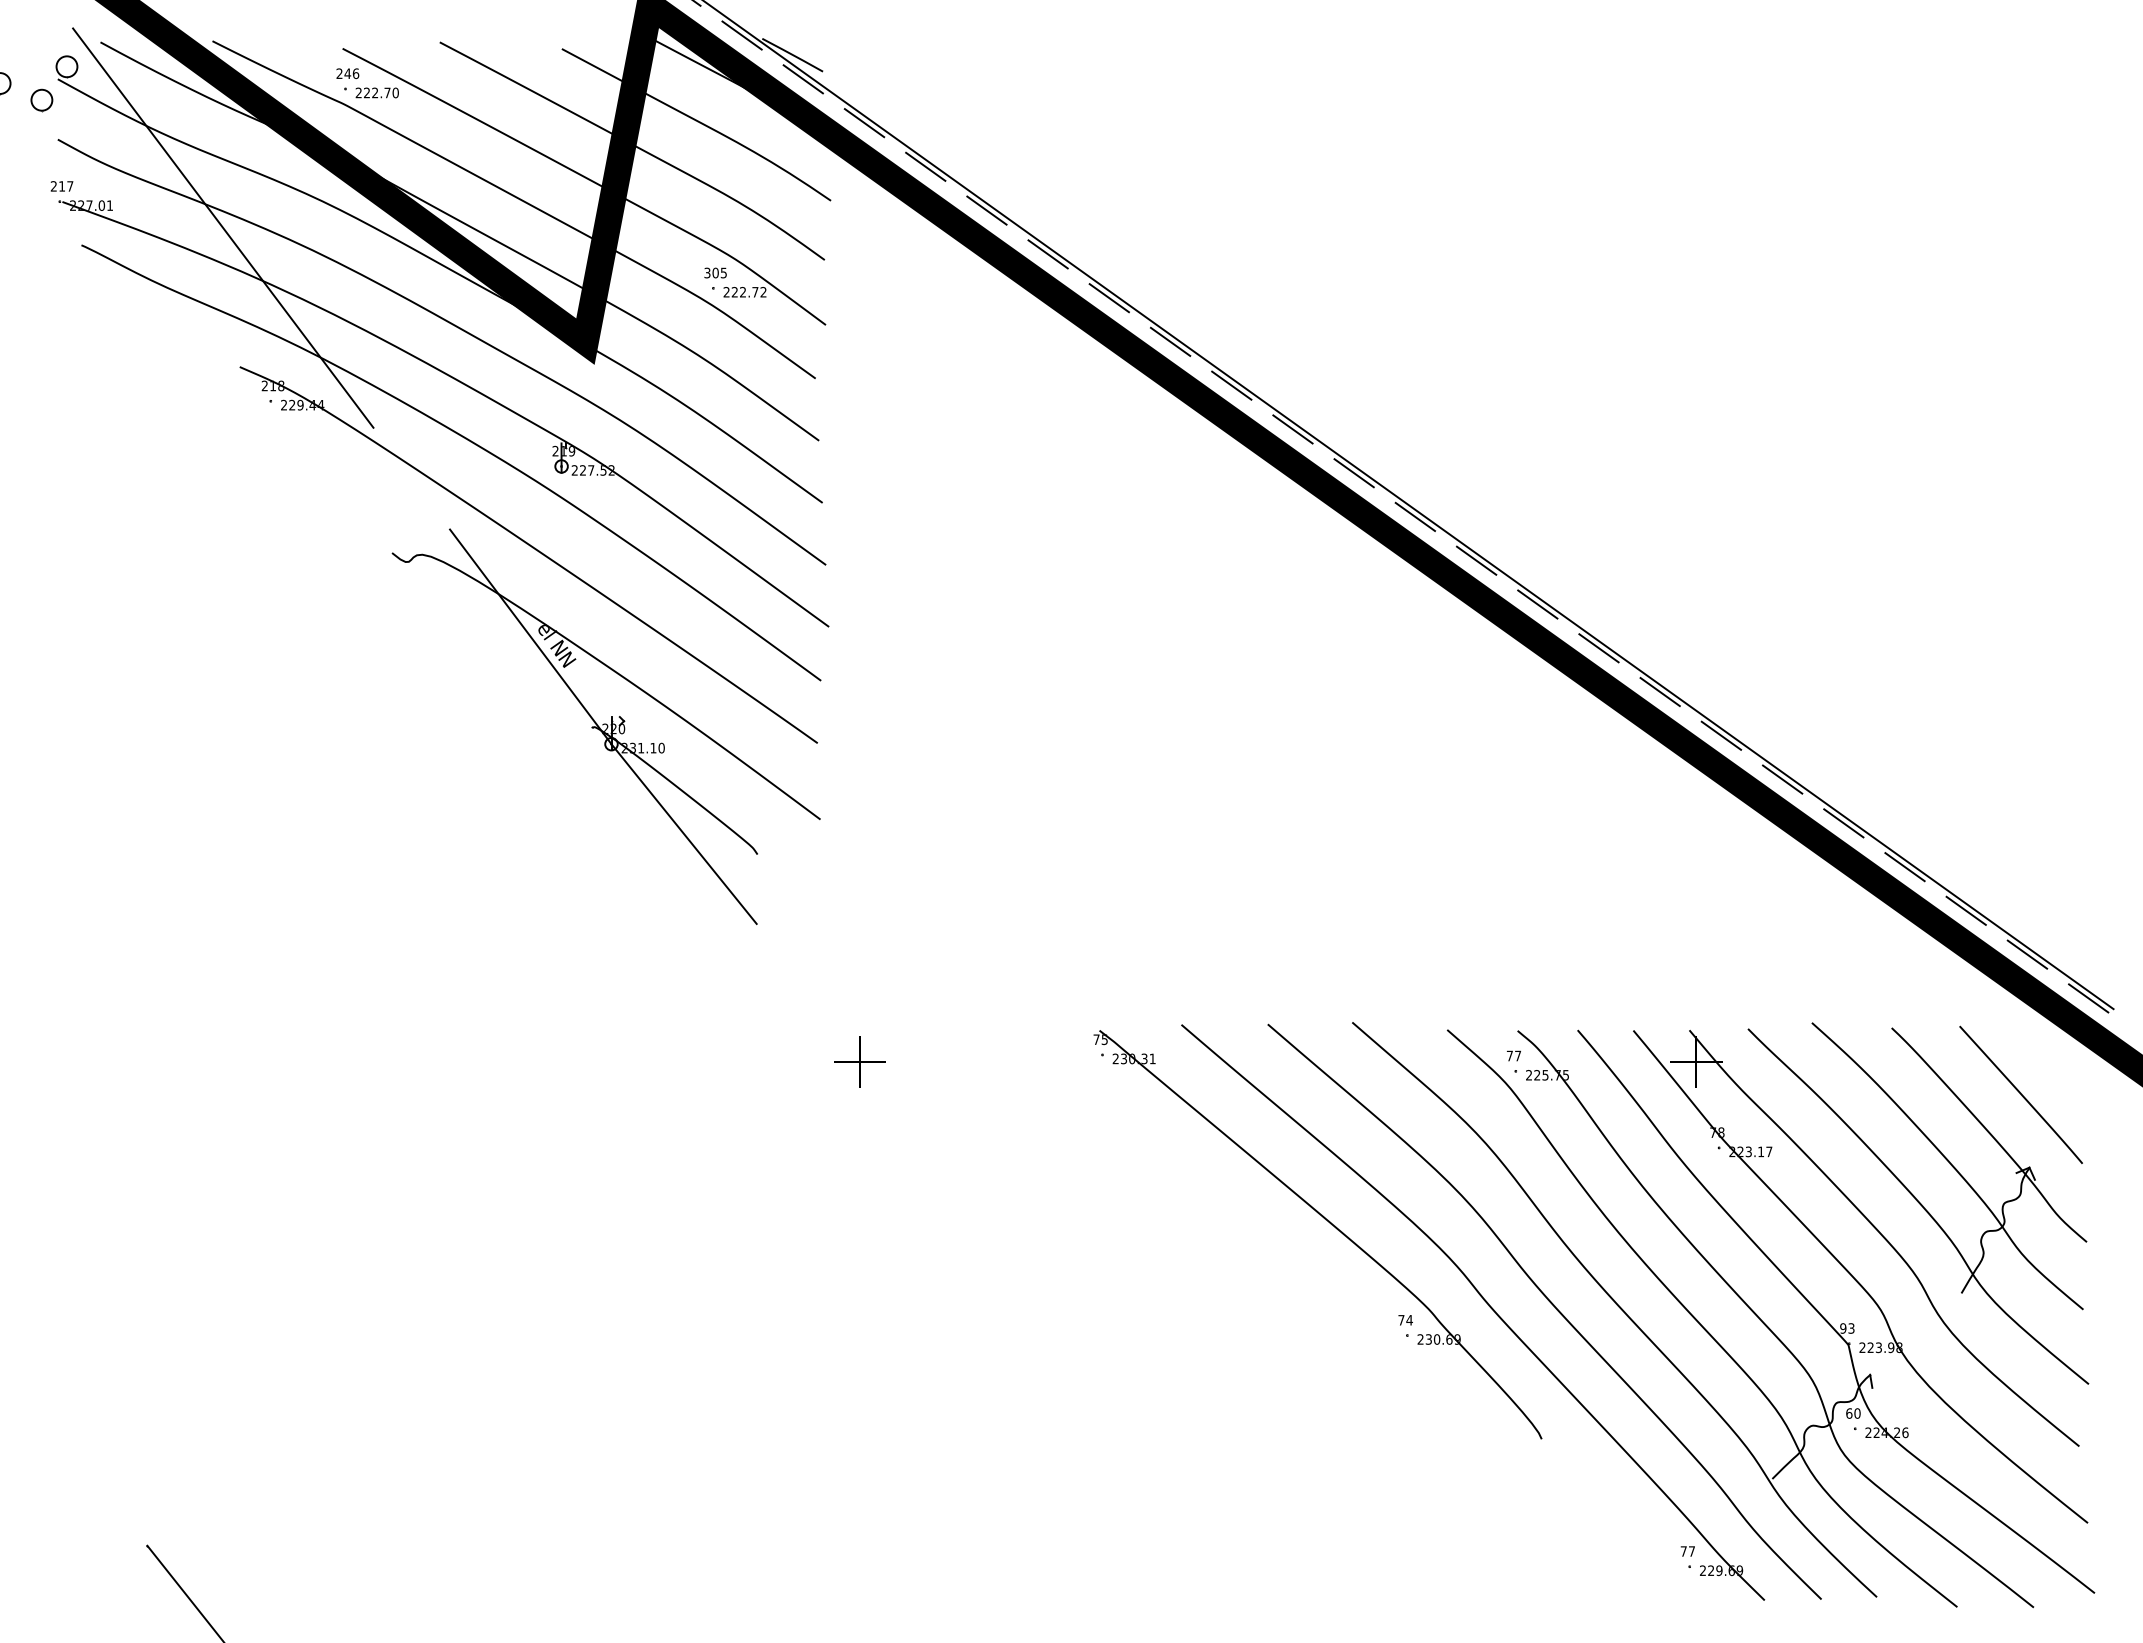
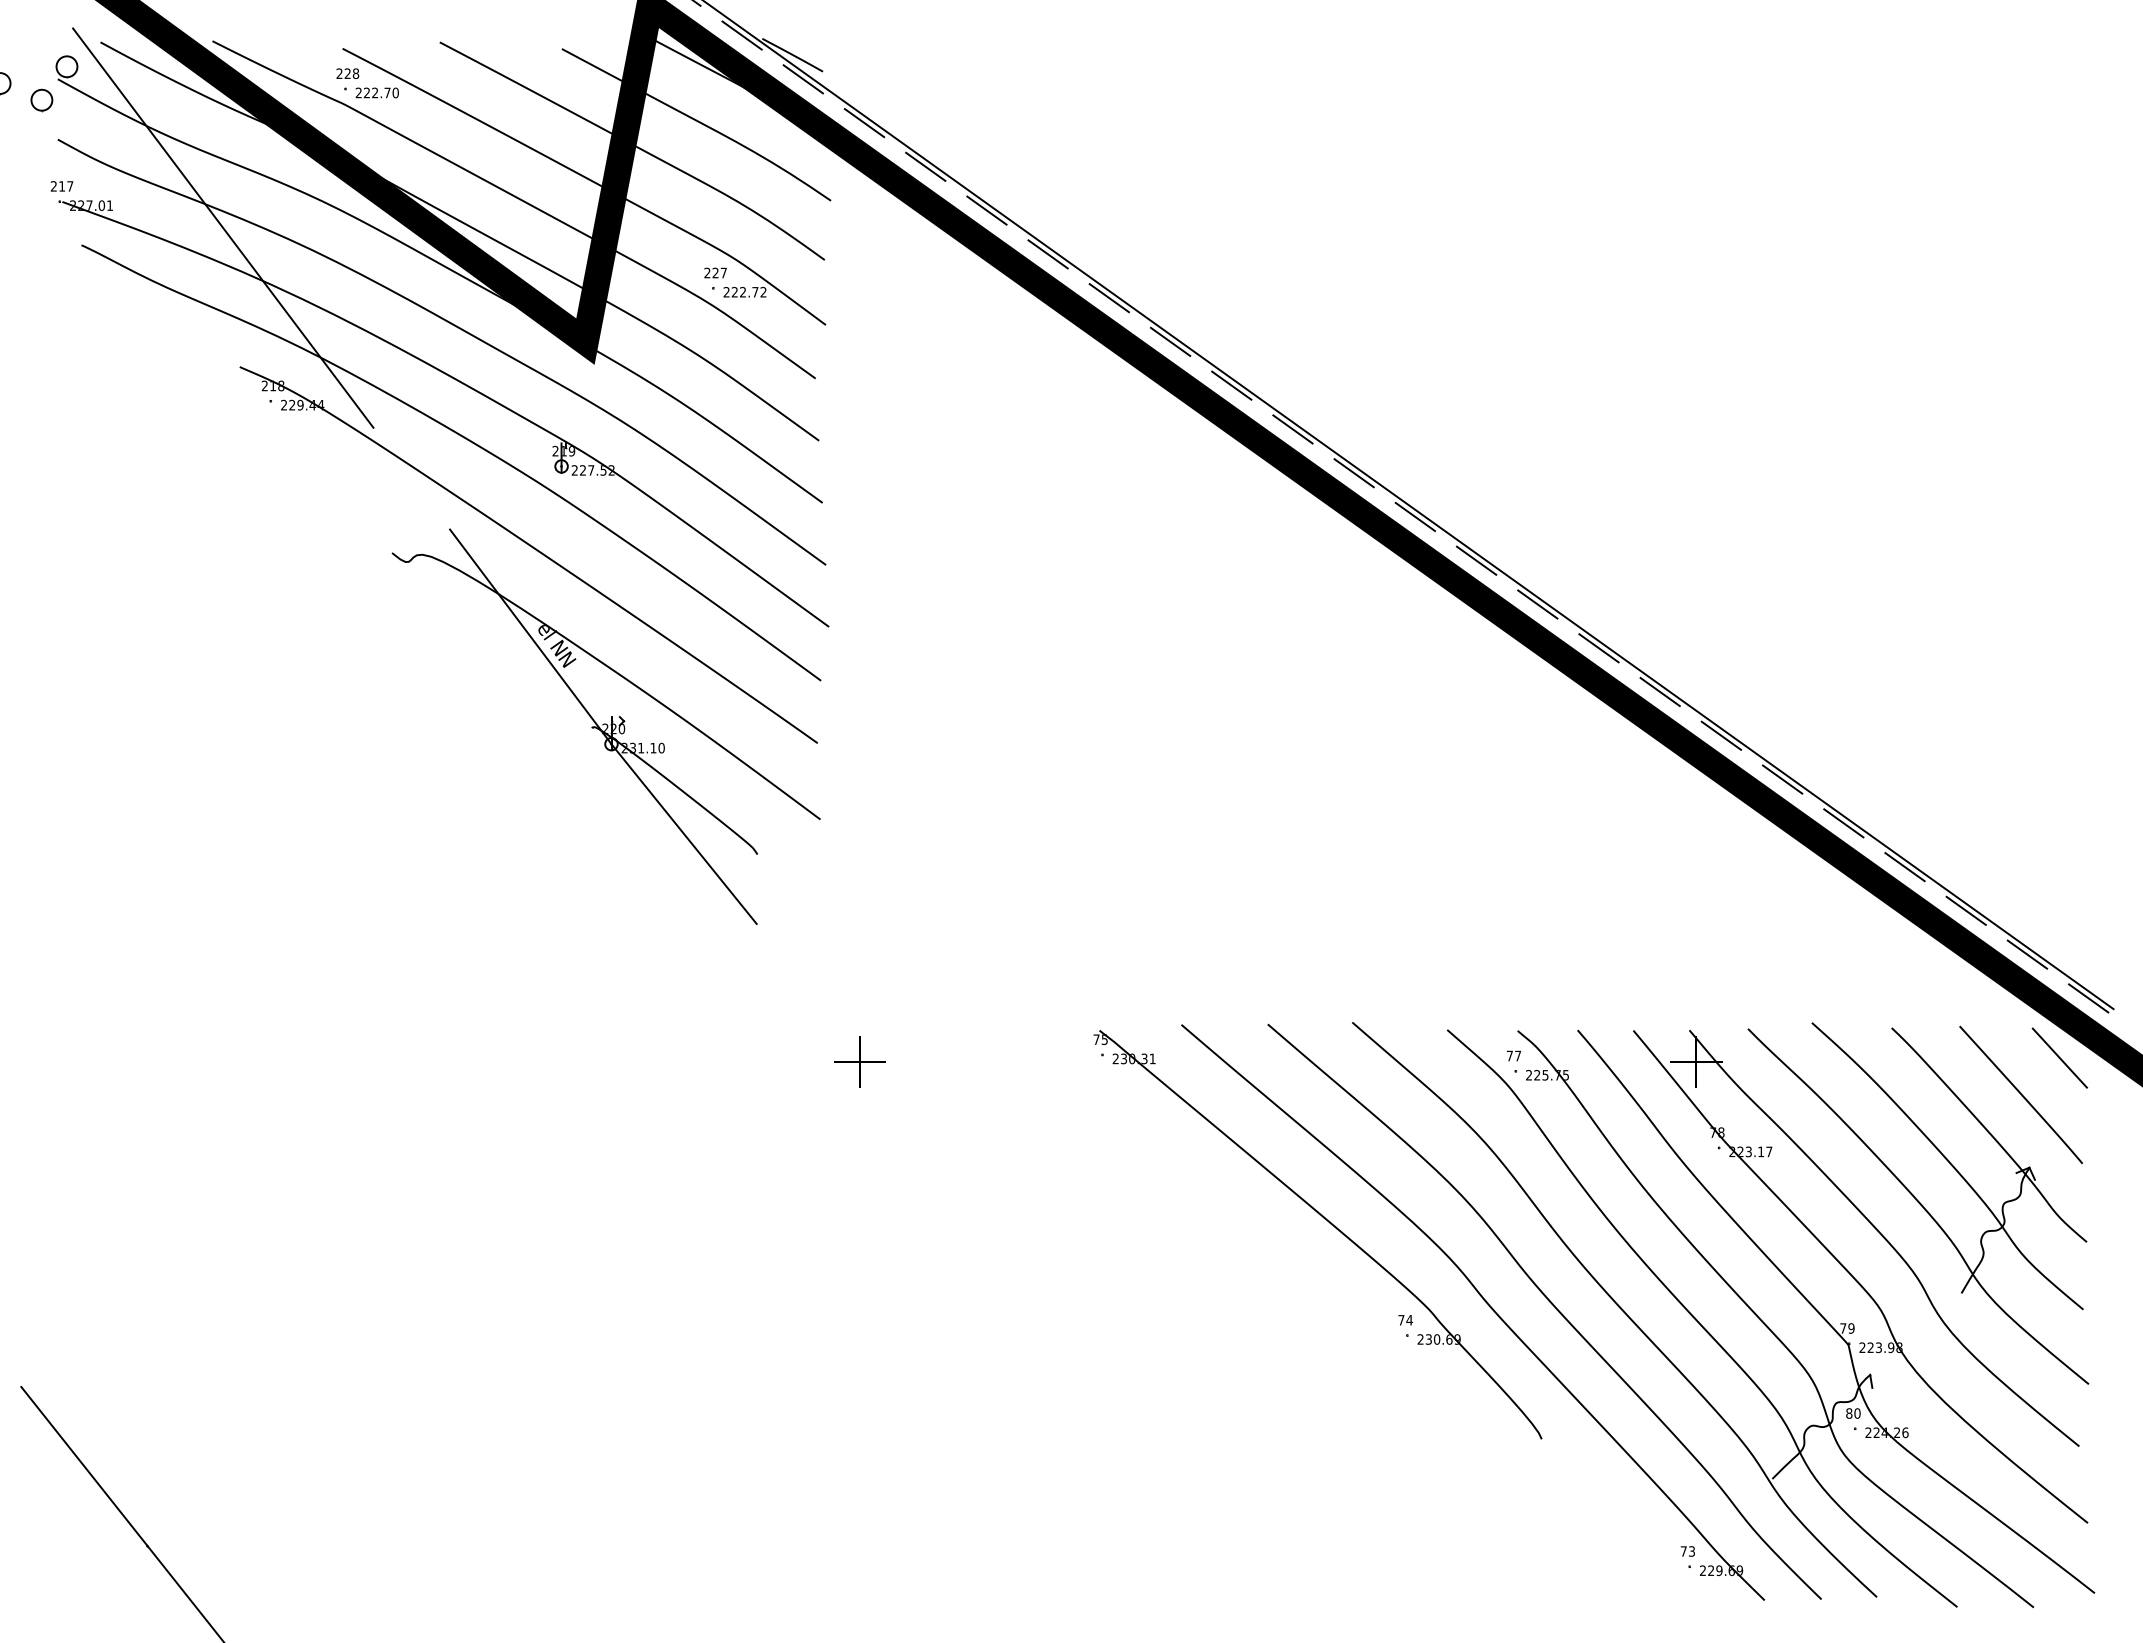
text at (351, 73): 246 -> 228
text at (715, 272): 305 -> 227
line at (2059, 1057): none -> present
text at (1847, 1328): 93 -> 79
text at (1849, 1413): 60 -> 80
line at (84, 1465): none -> present
text at (1691, 1551): 77 -> 73
